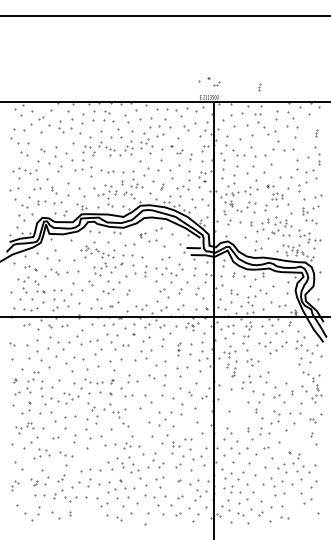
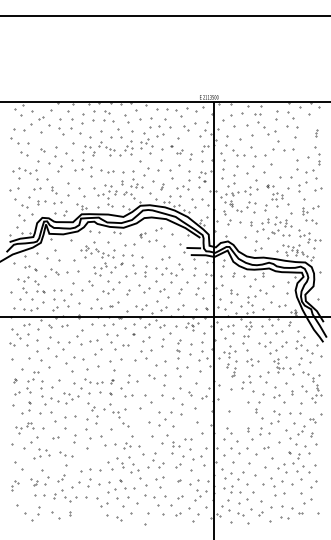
part at (209, 81): present -> none
part at (259, 87): present -> none
part at (61, 126) size: 7x14 px -> 7x18 px
part at (318, 196) position: (318, 196) -> (318, 189)
part at (144, 288): none -> present
part at (20, 333): none -> present
part at (179, 349) size: 5x15 px -> 6x21 px
part at (283, 365): none -> present
part at (299, 439): none -> present
part at (297, 510): none -> present
